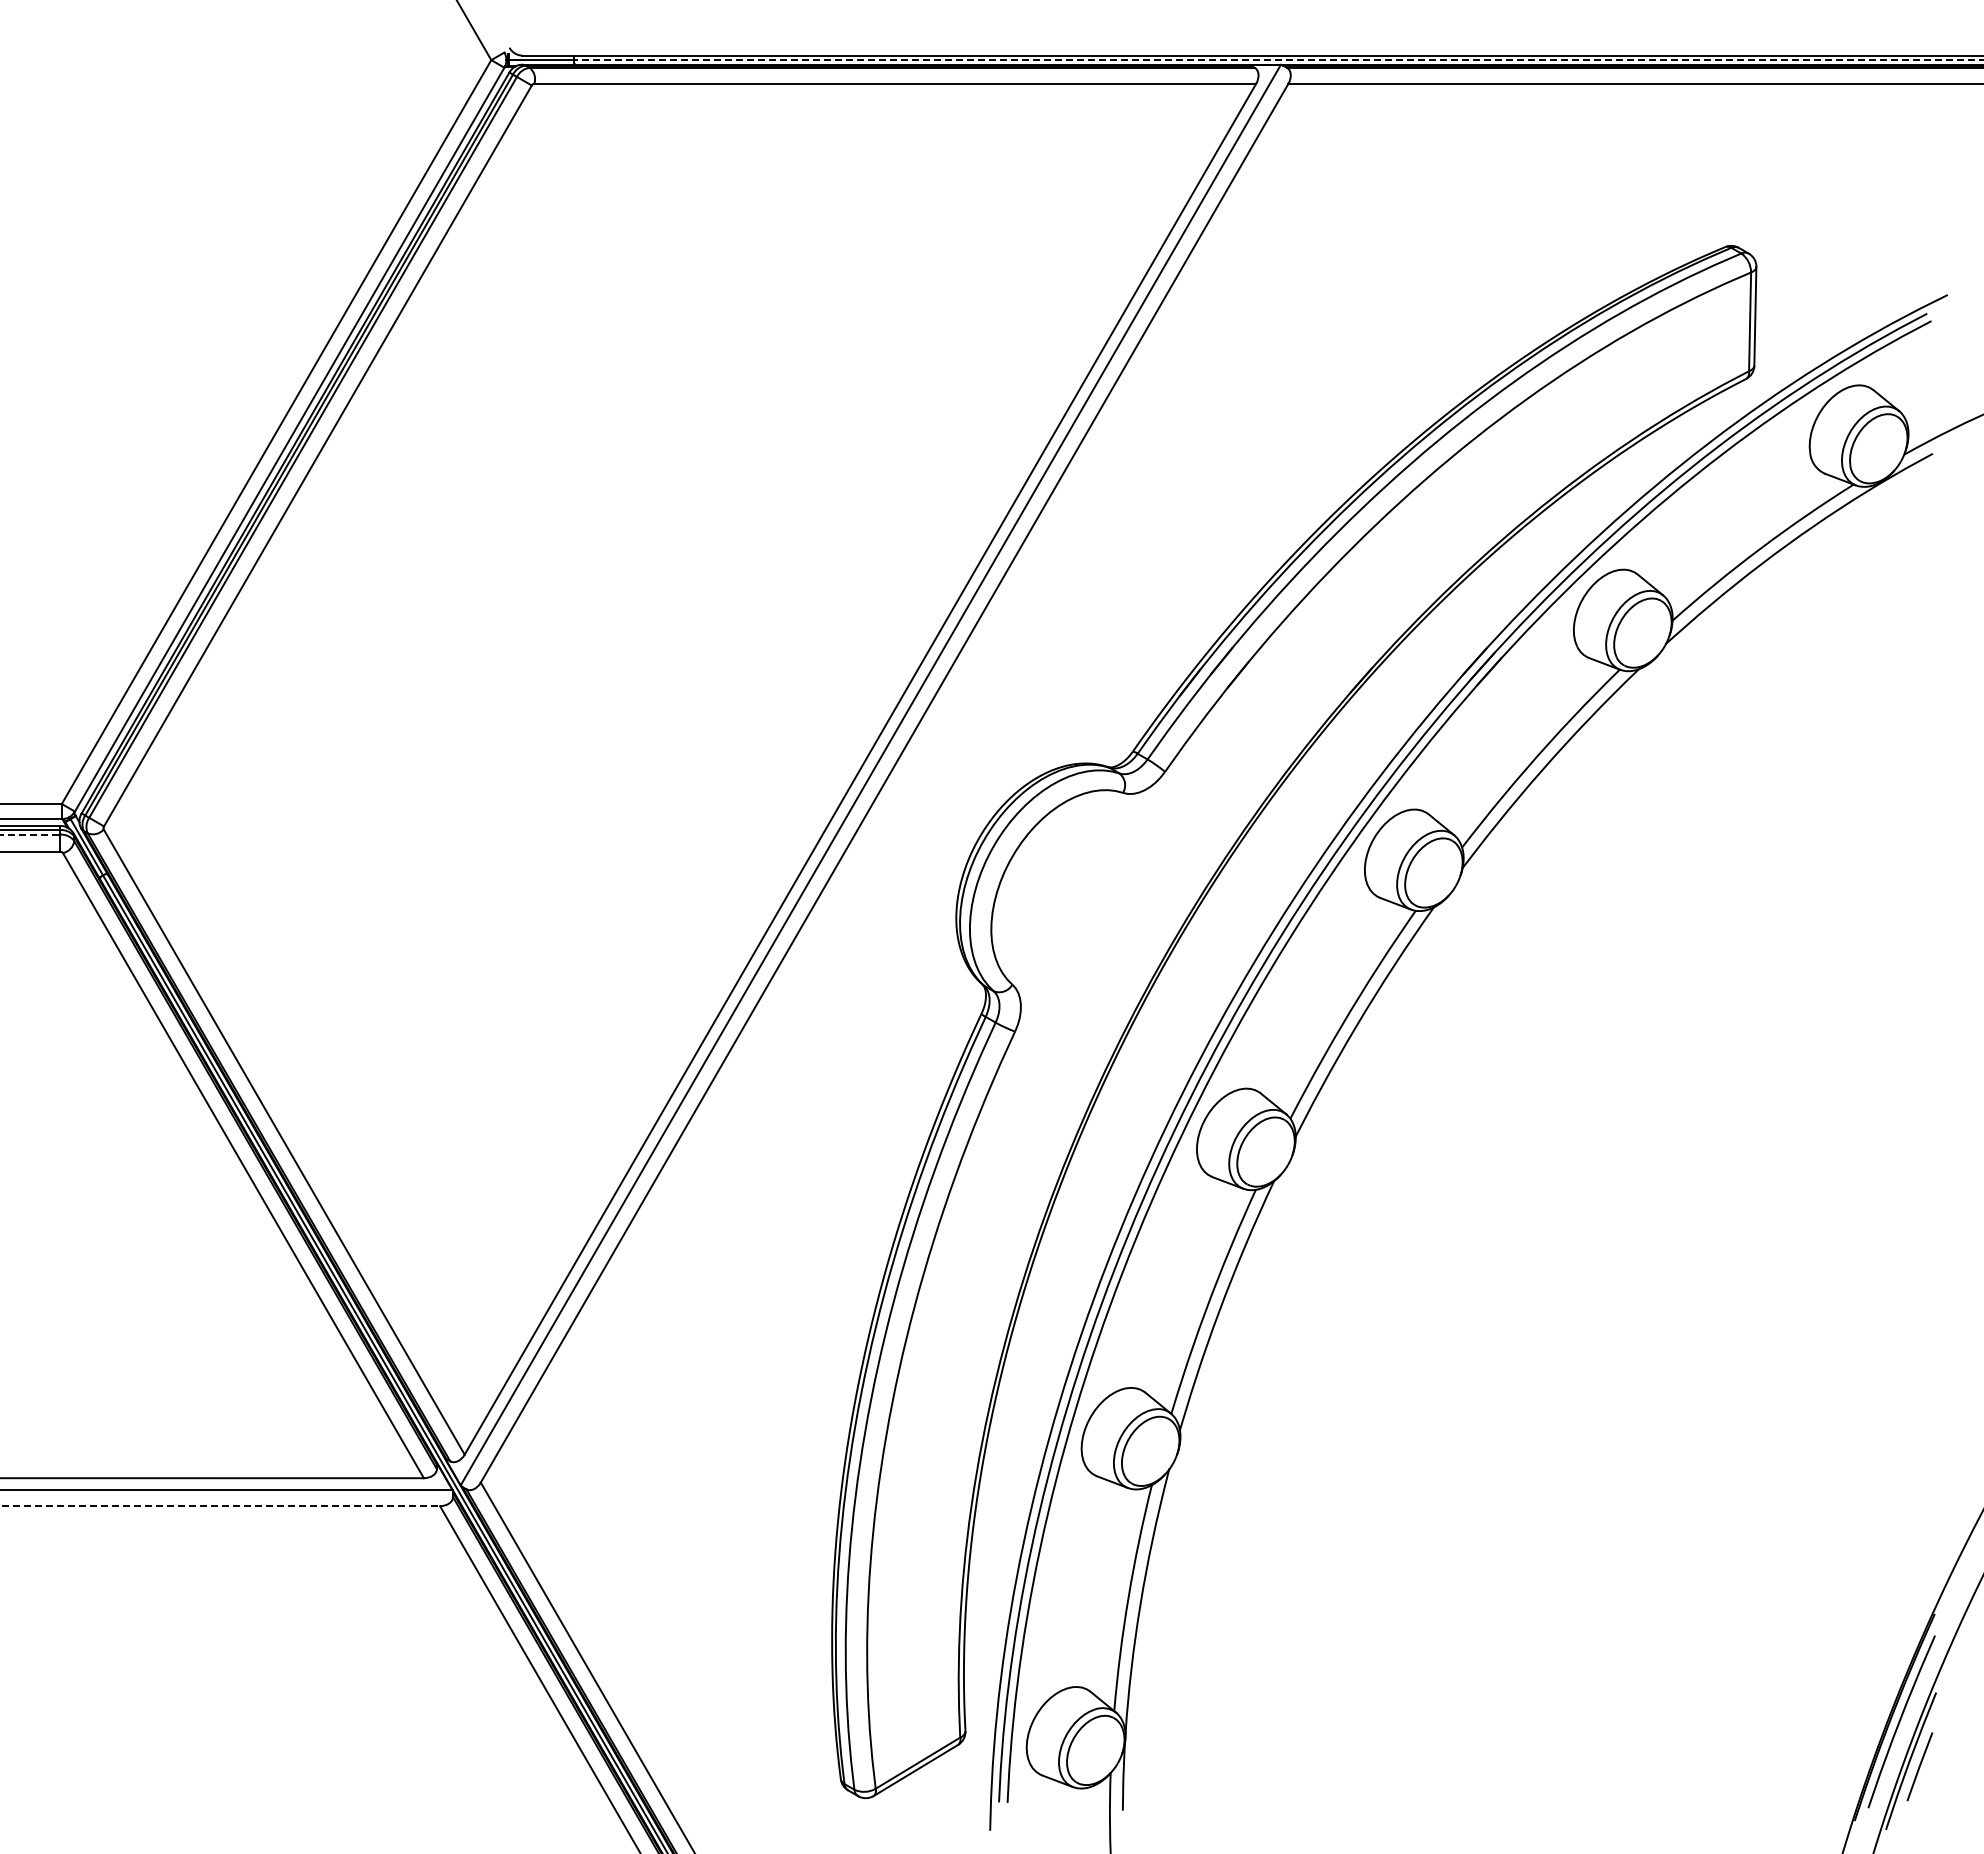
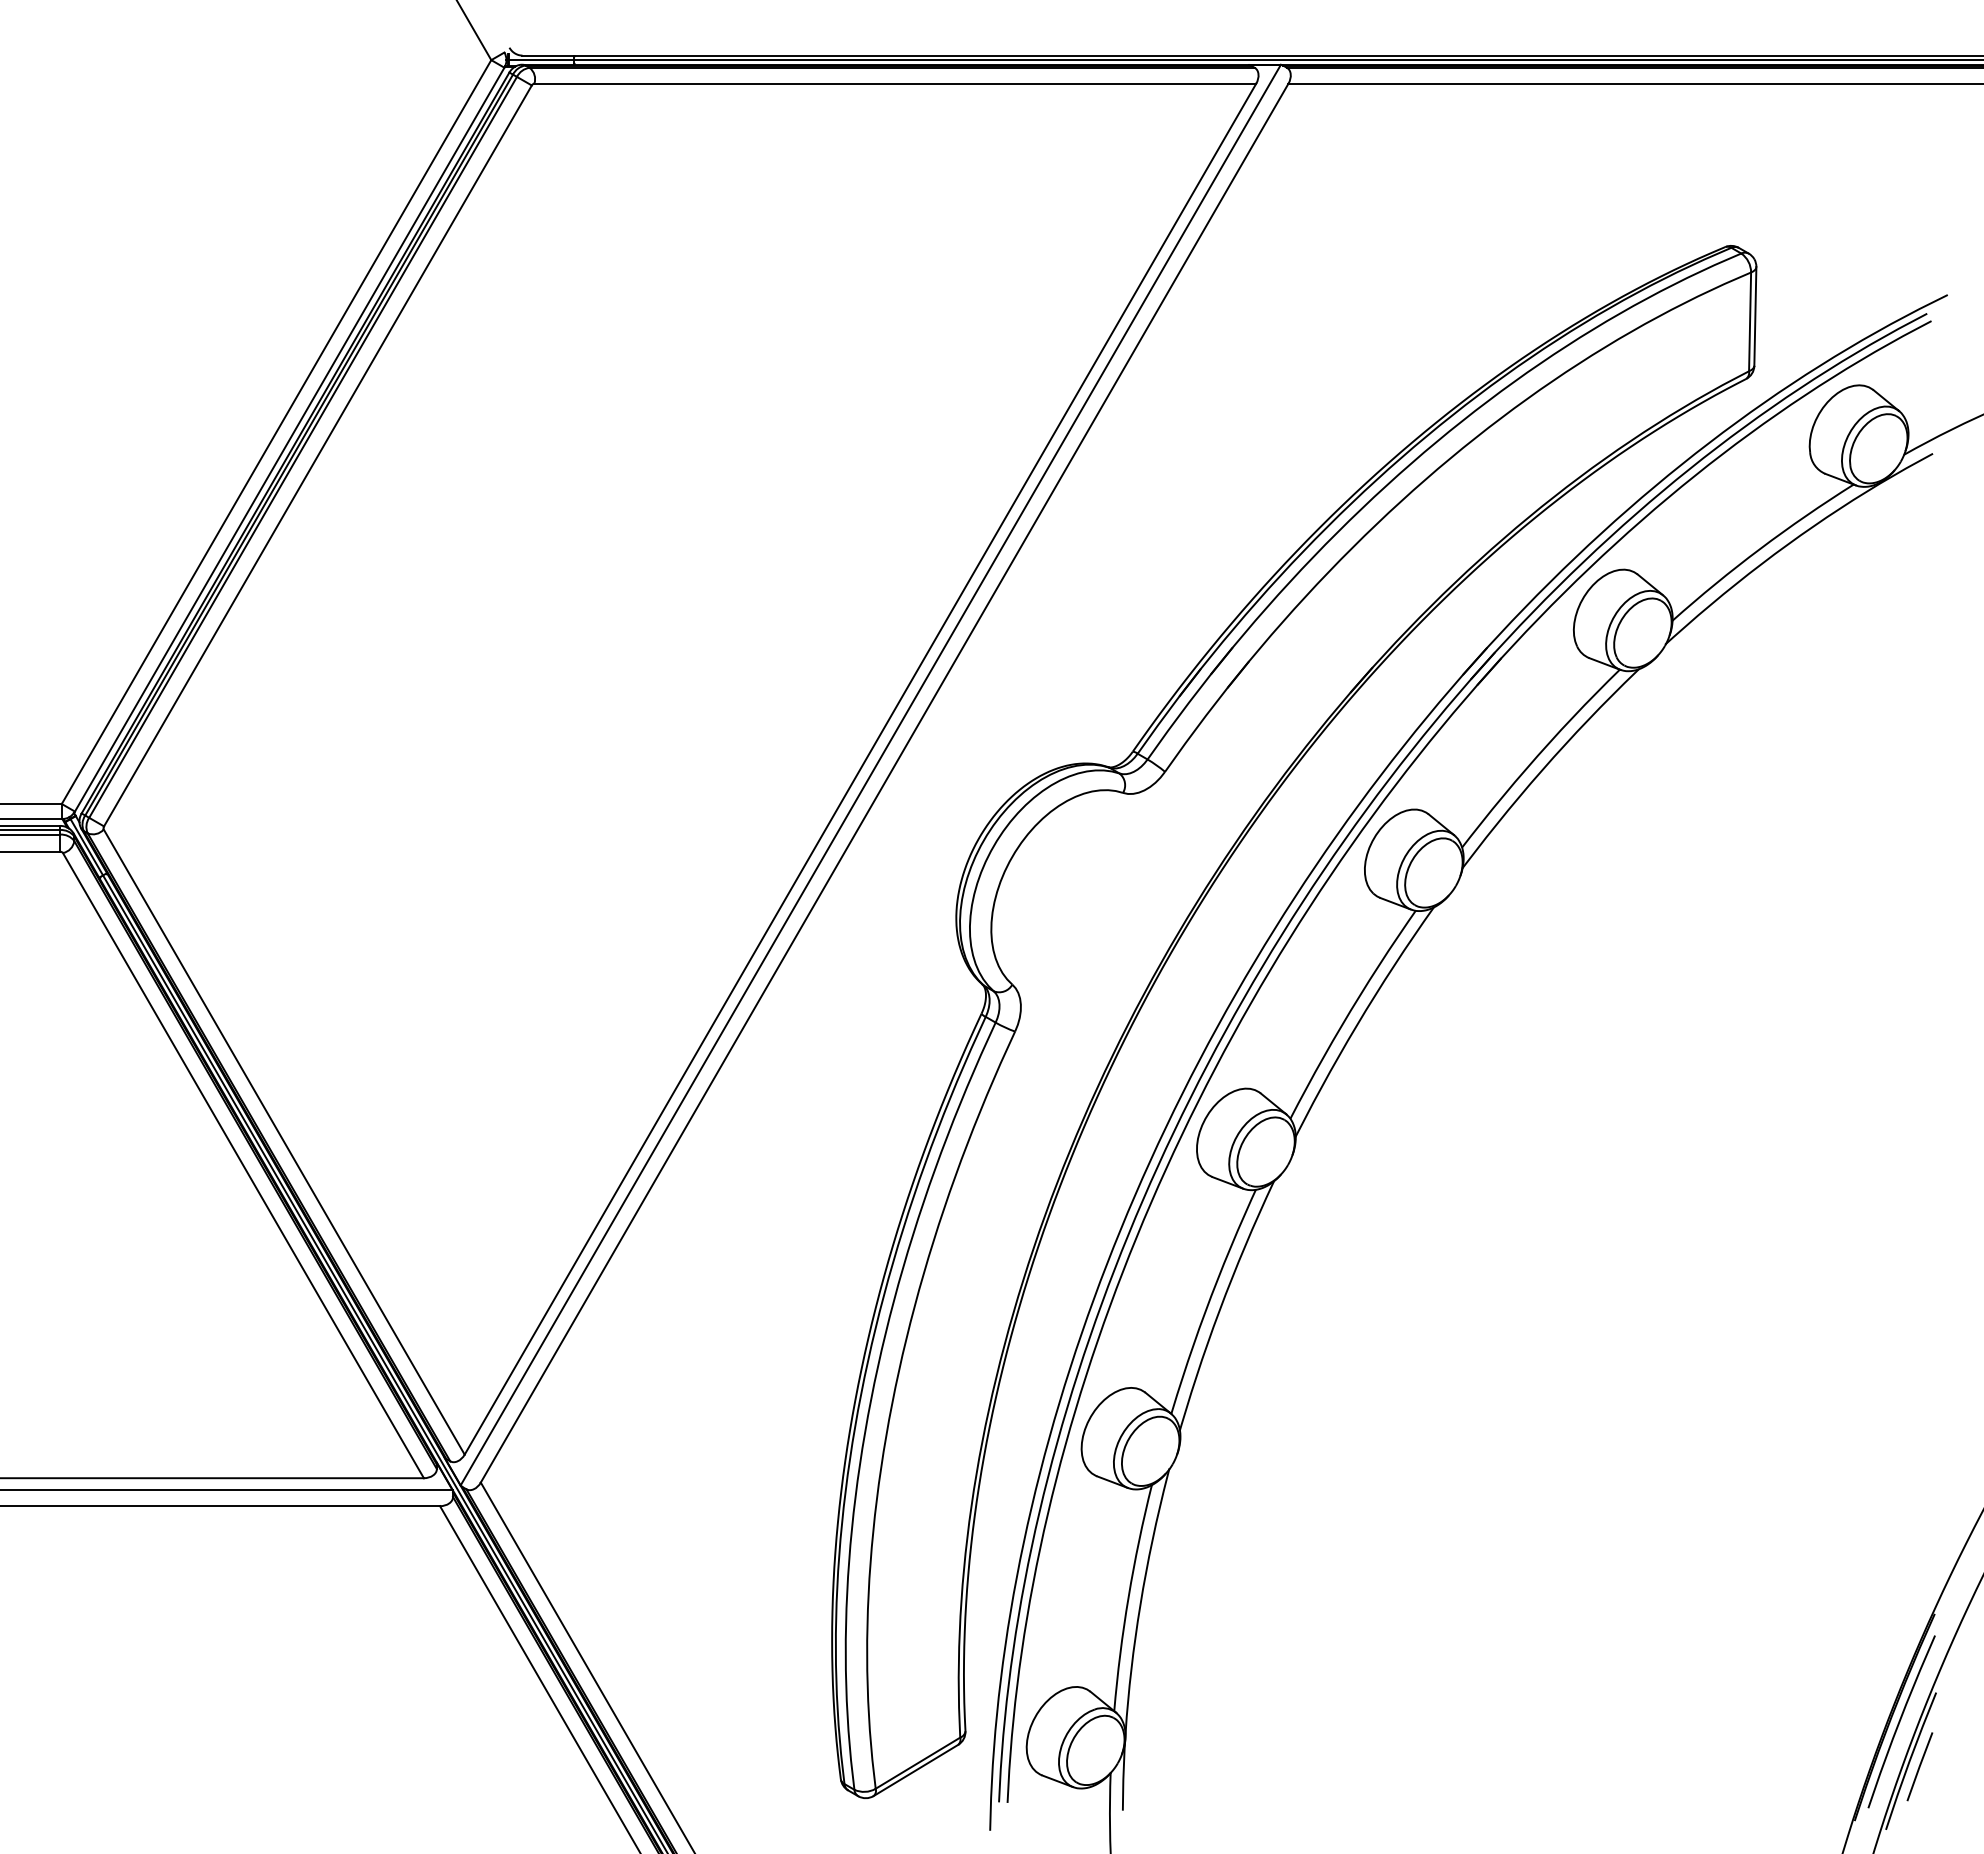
line at (1278, 60): dashed -> solid
line at (30, 834): dashed -> solid
line at (220, 1506): dashed -> solid
